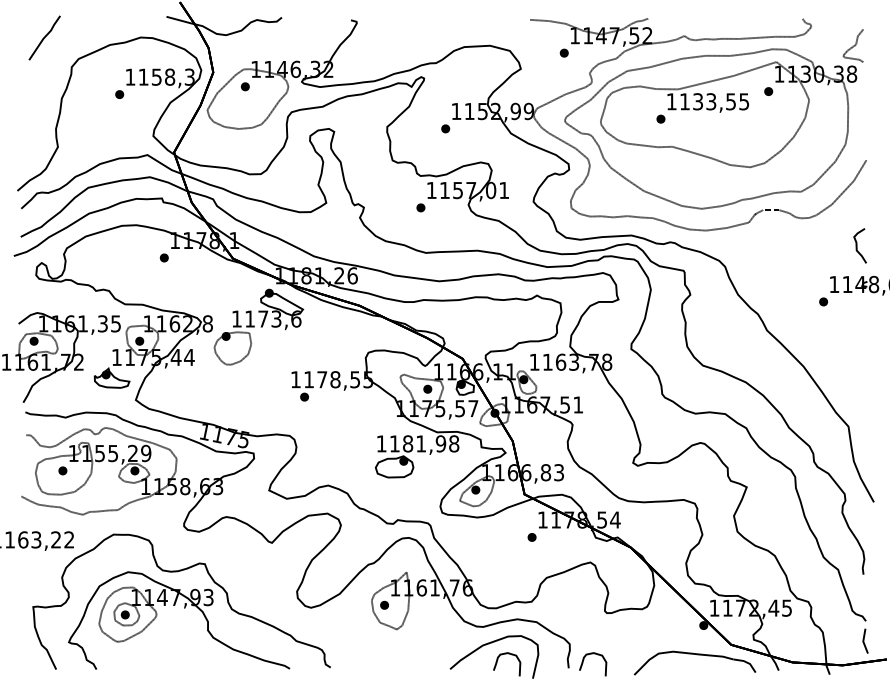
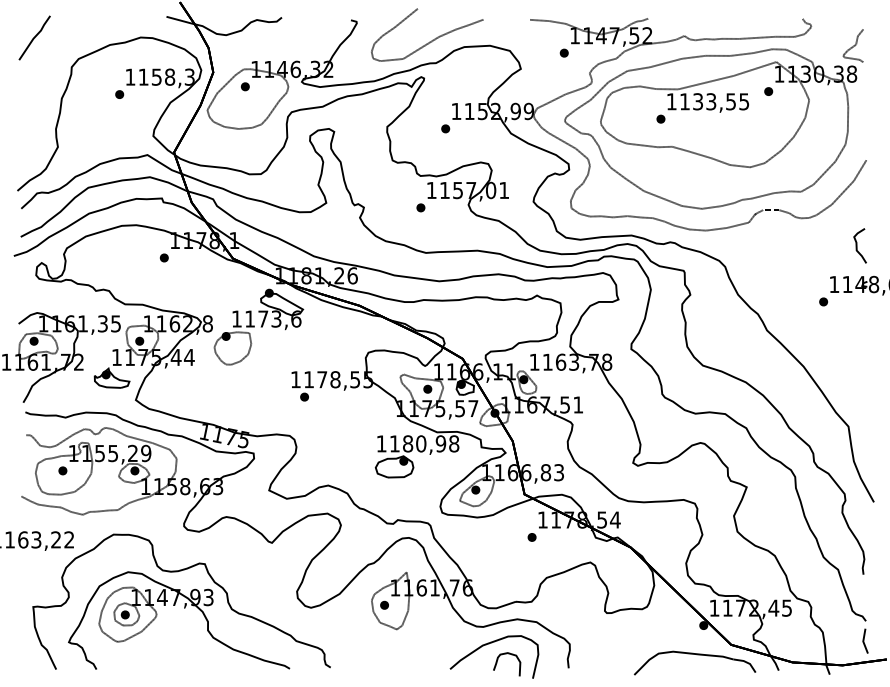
line at (44, 37) position: (44, 37) -> (34, 37)
curve at (432, 39): none -> present
text at (421, 443): 1181,98 -> 1180,98
curve at (597, 655): present -> none
